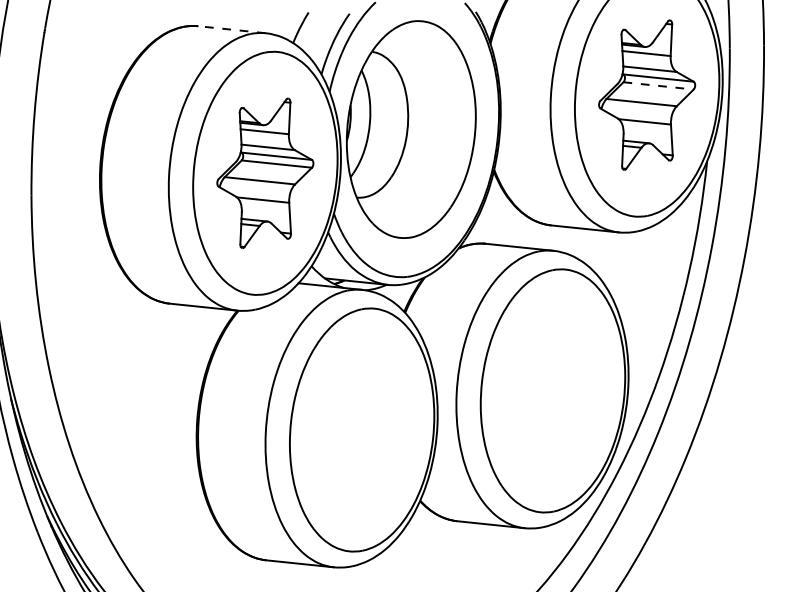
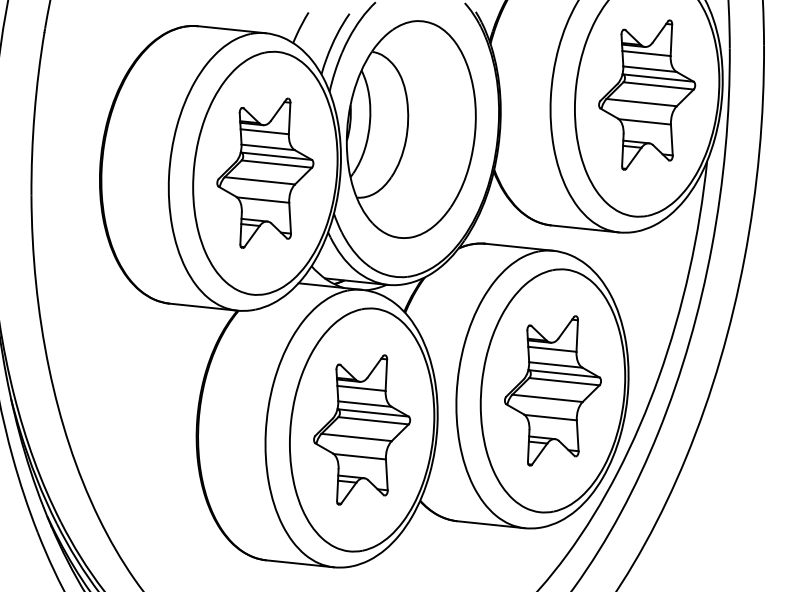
line at (231, 29): dashed -> solid
line at (659, 85): dashed -> solid
part at (552, 390): none -> present
part at (362, 429): none -> present
